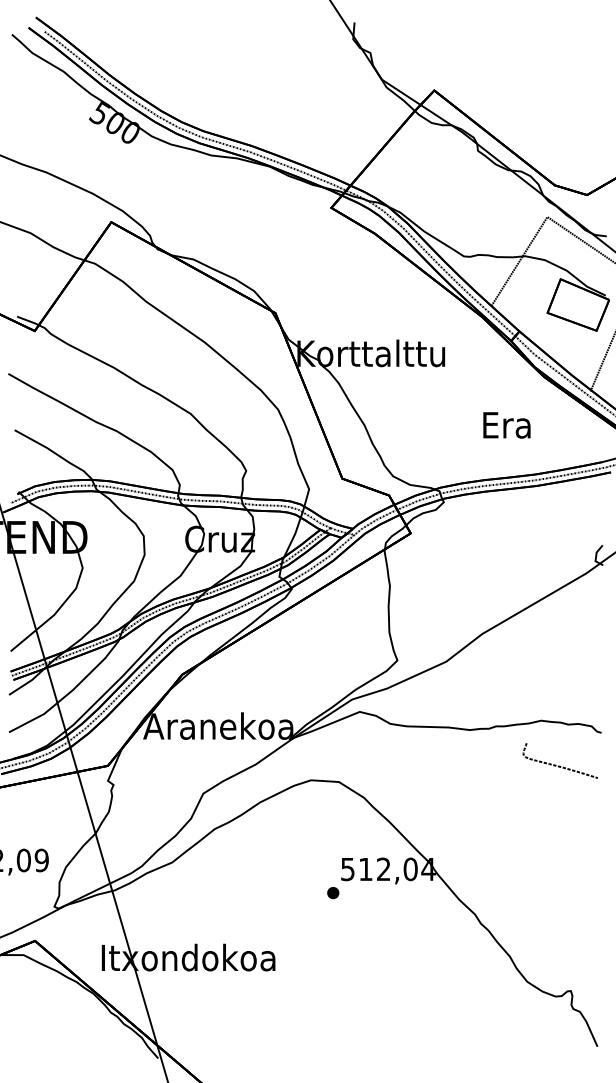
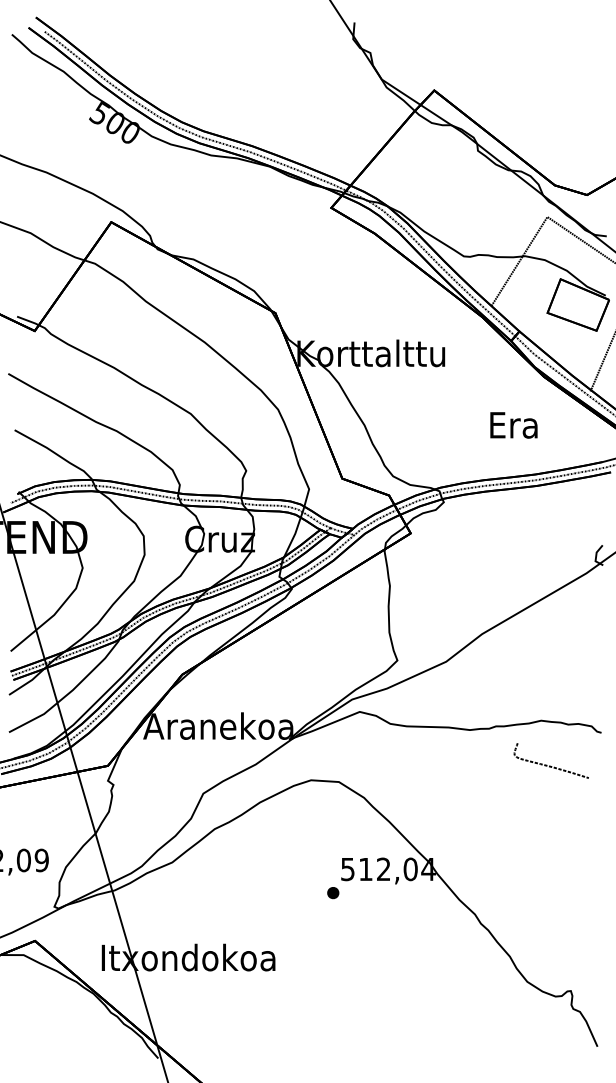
text at (506, 425) position: (506, 425) -> (513, 425)
curve at (559, 765) position: (559, 765) -> (550, 765)
